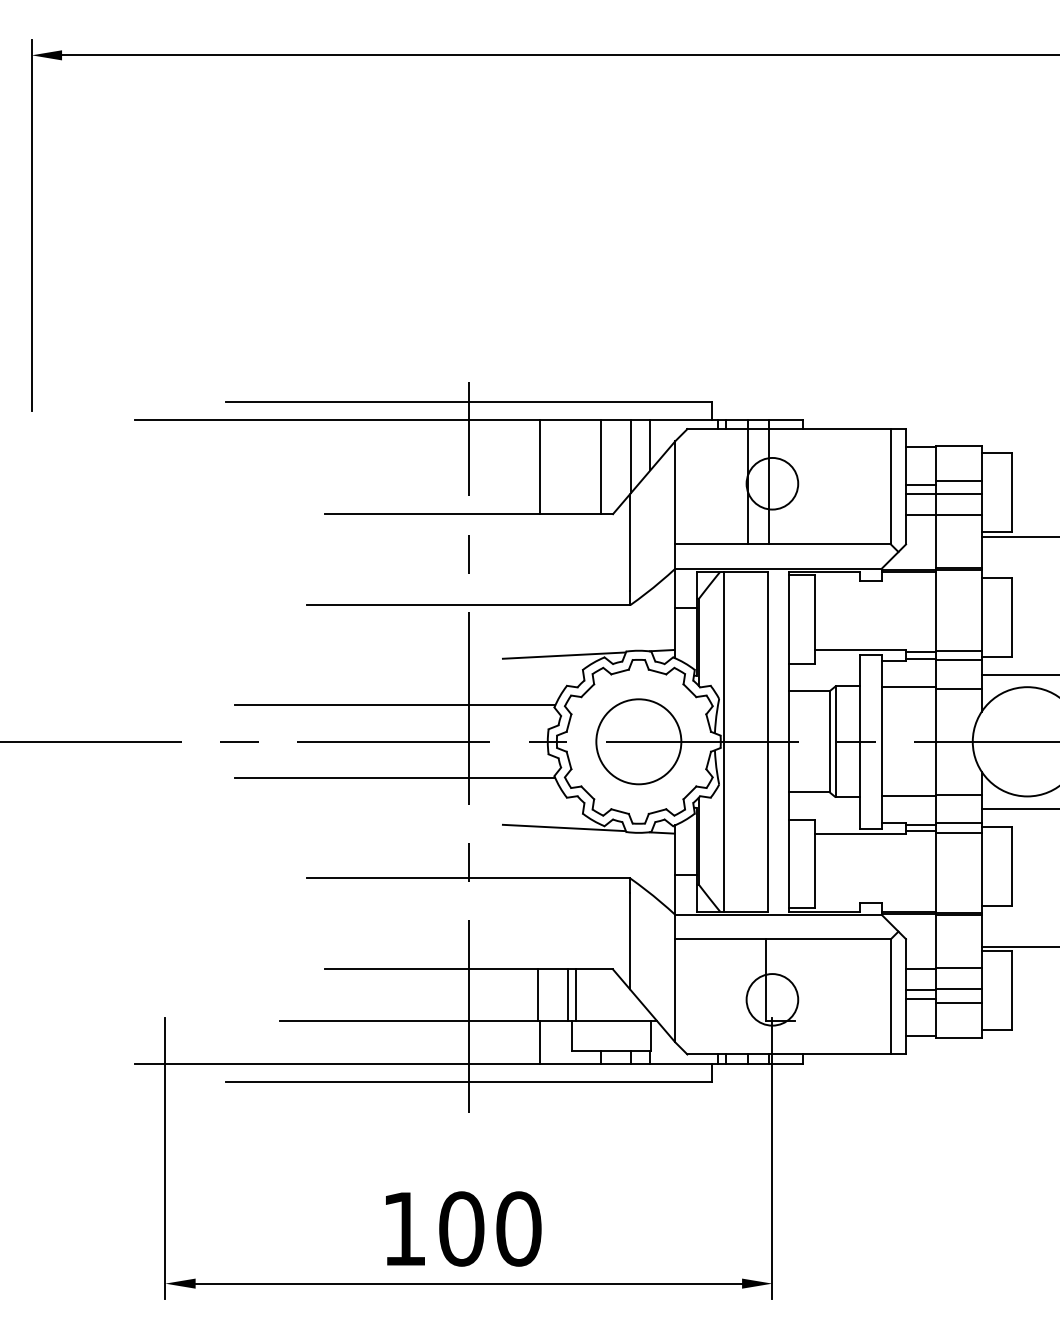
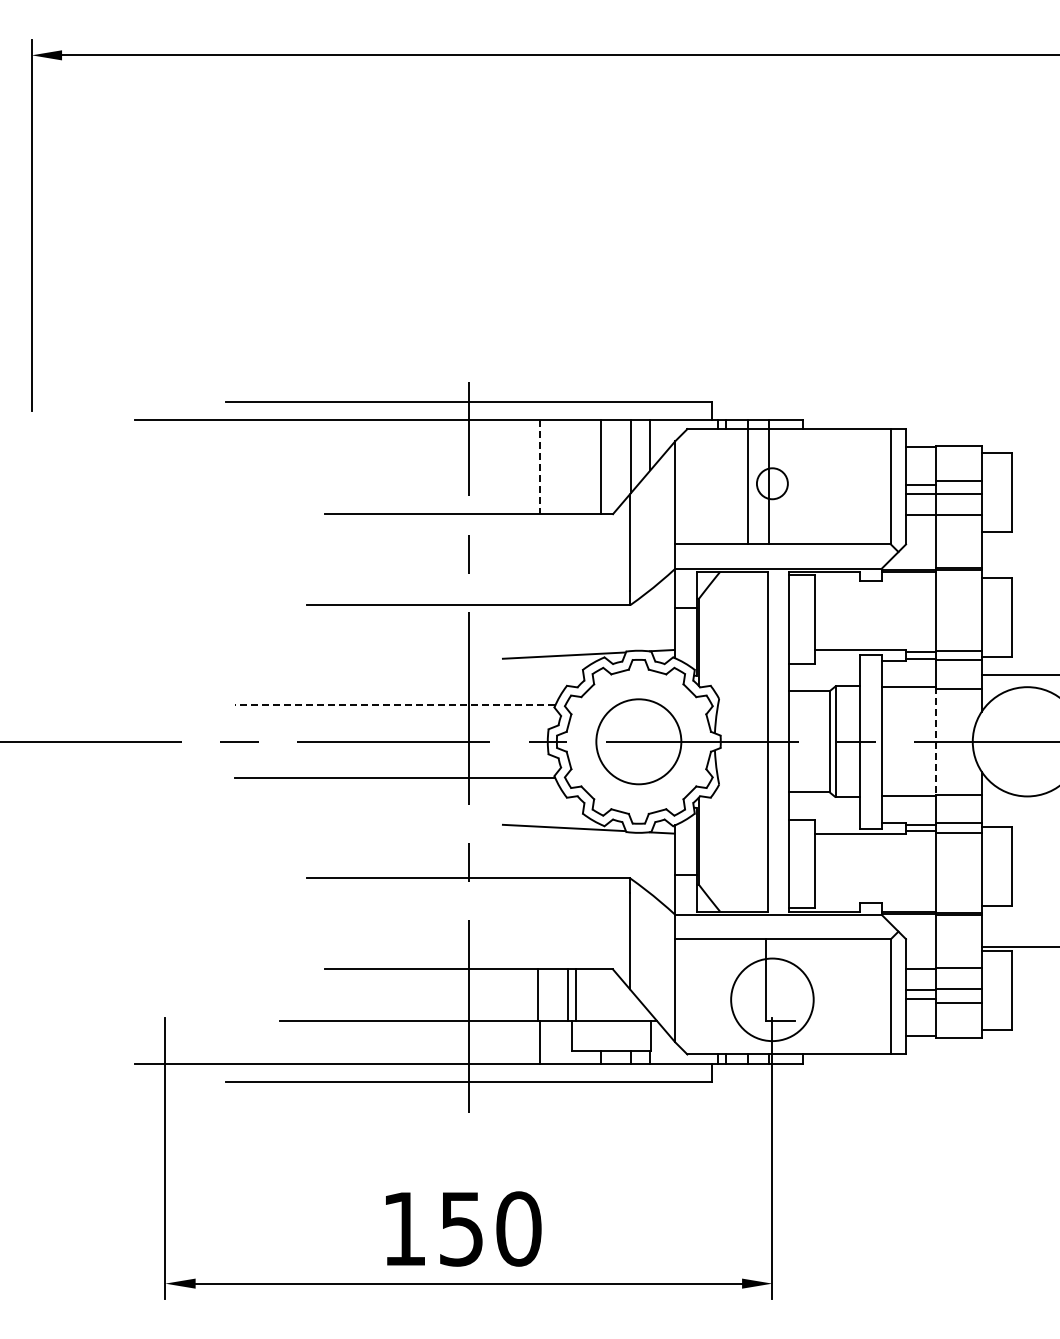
line at (539, 467): solid -> dashed
circle at (772, 483) diameter: 52 px -> 31 px
line at (1018, 536): present -> none
line at (394, 705): solid -> dashed
line at (723, 741): present -> none
line at (936, 741): solid -> dashed
line at (1018, 808): present -> none
circle at (772, 999) diameter: 52 px -> 83 px
text at (461, 1228): 100 -> 150
